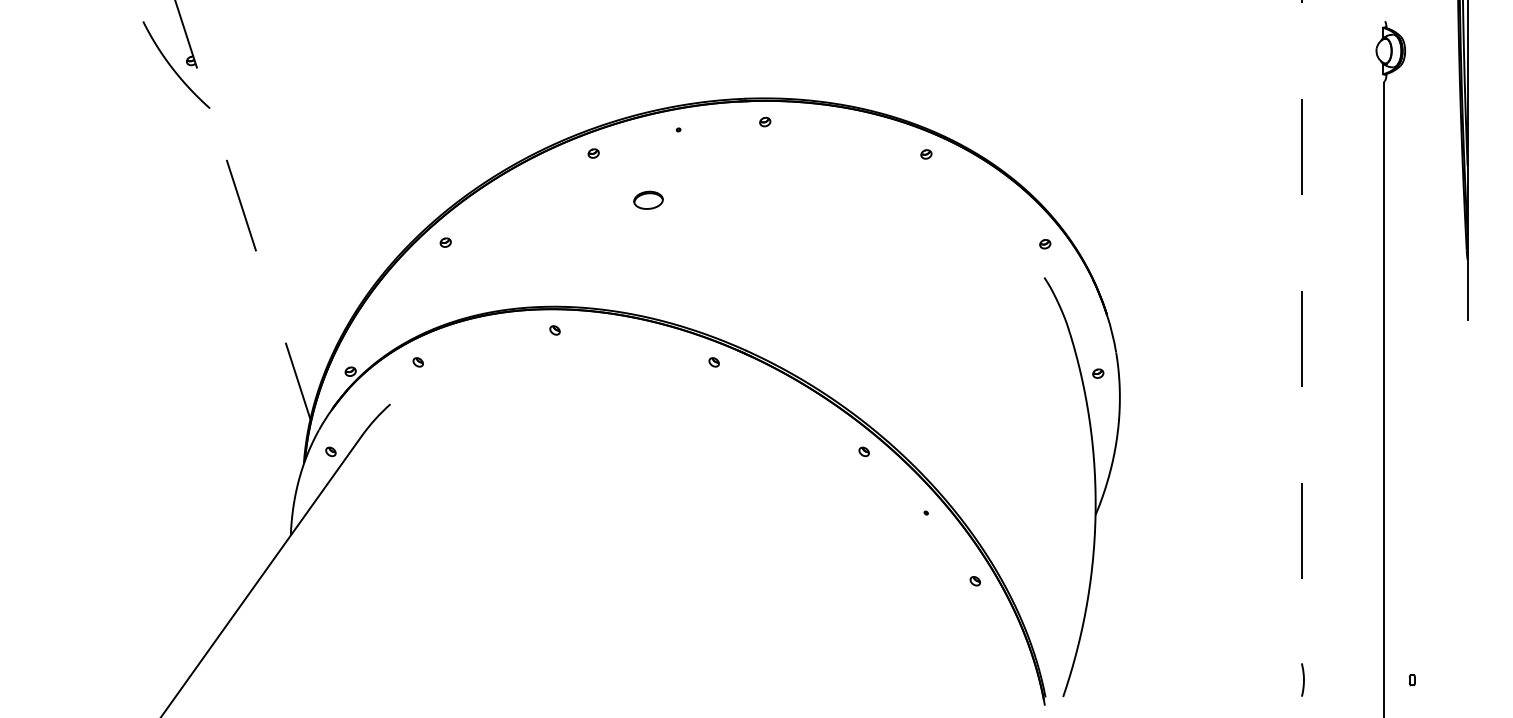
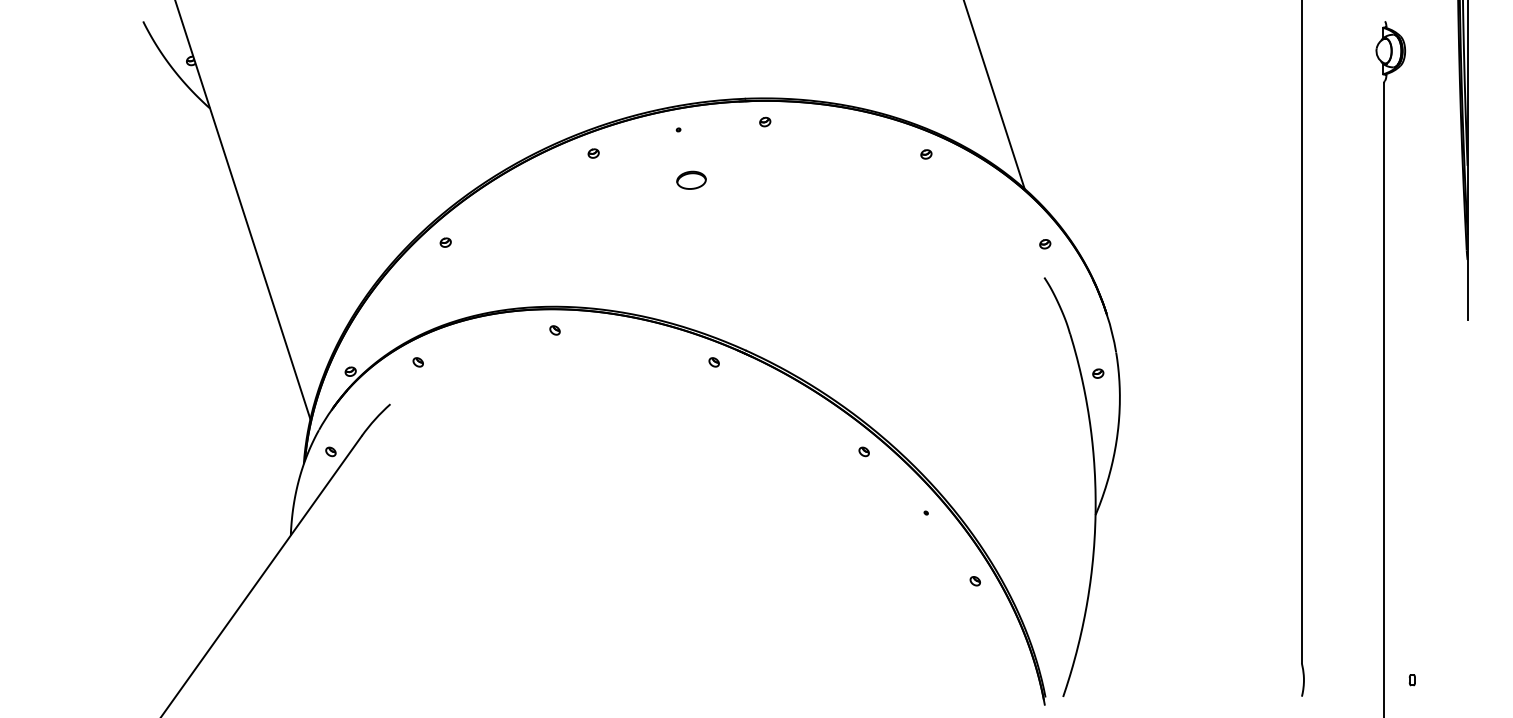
line at (994, 95): none -> present
part at (648, 199) position: (648, 199) -> (691, 179)
line at (242, 210): dashed -> solid
line at (1301, 332): dashed -> solid
